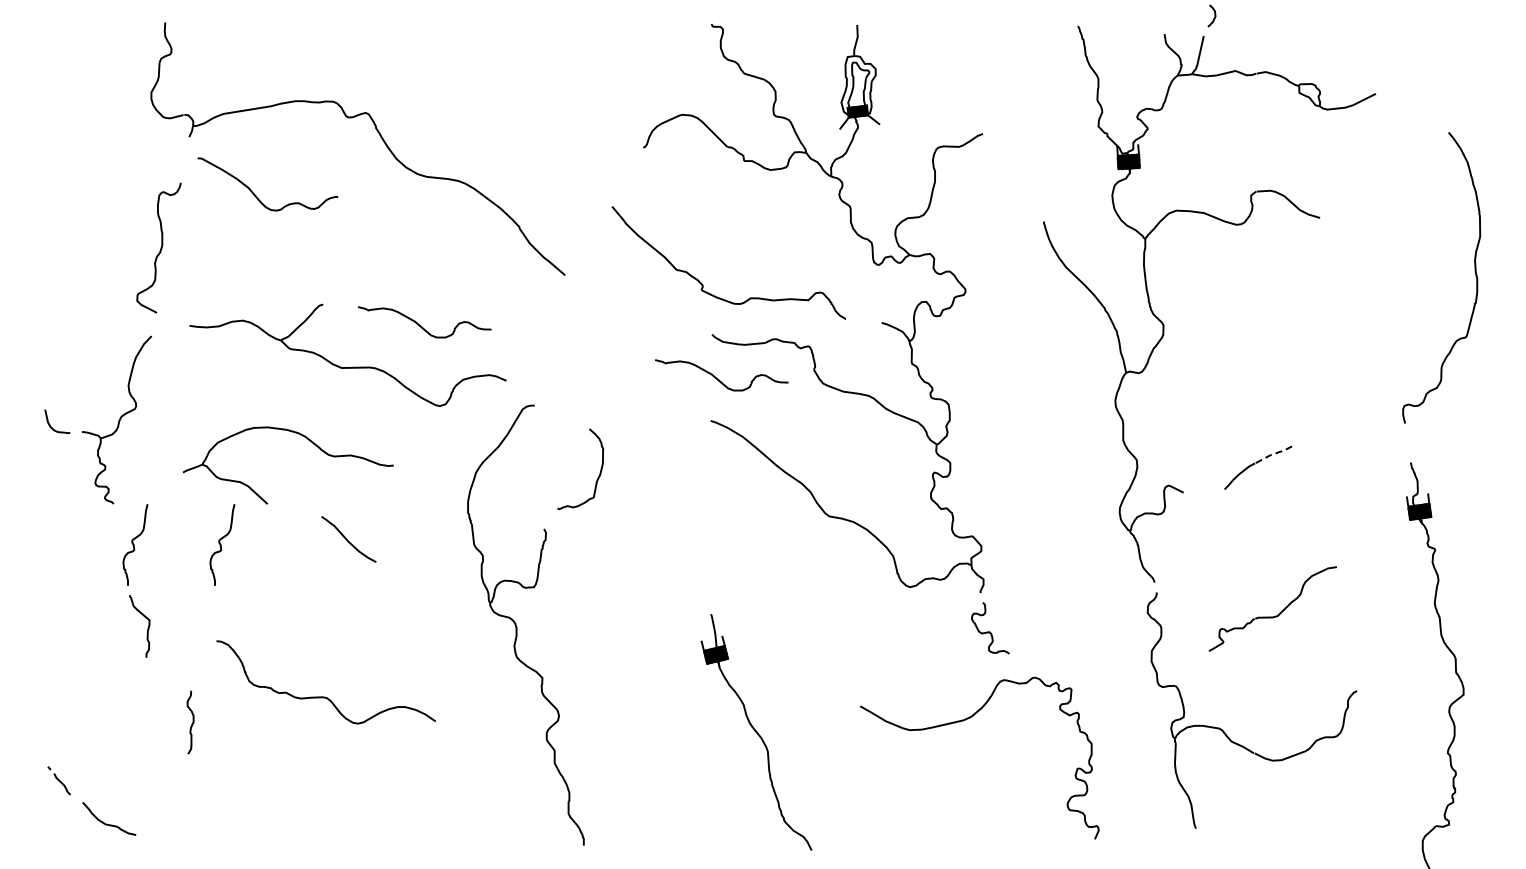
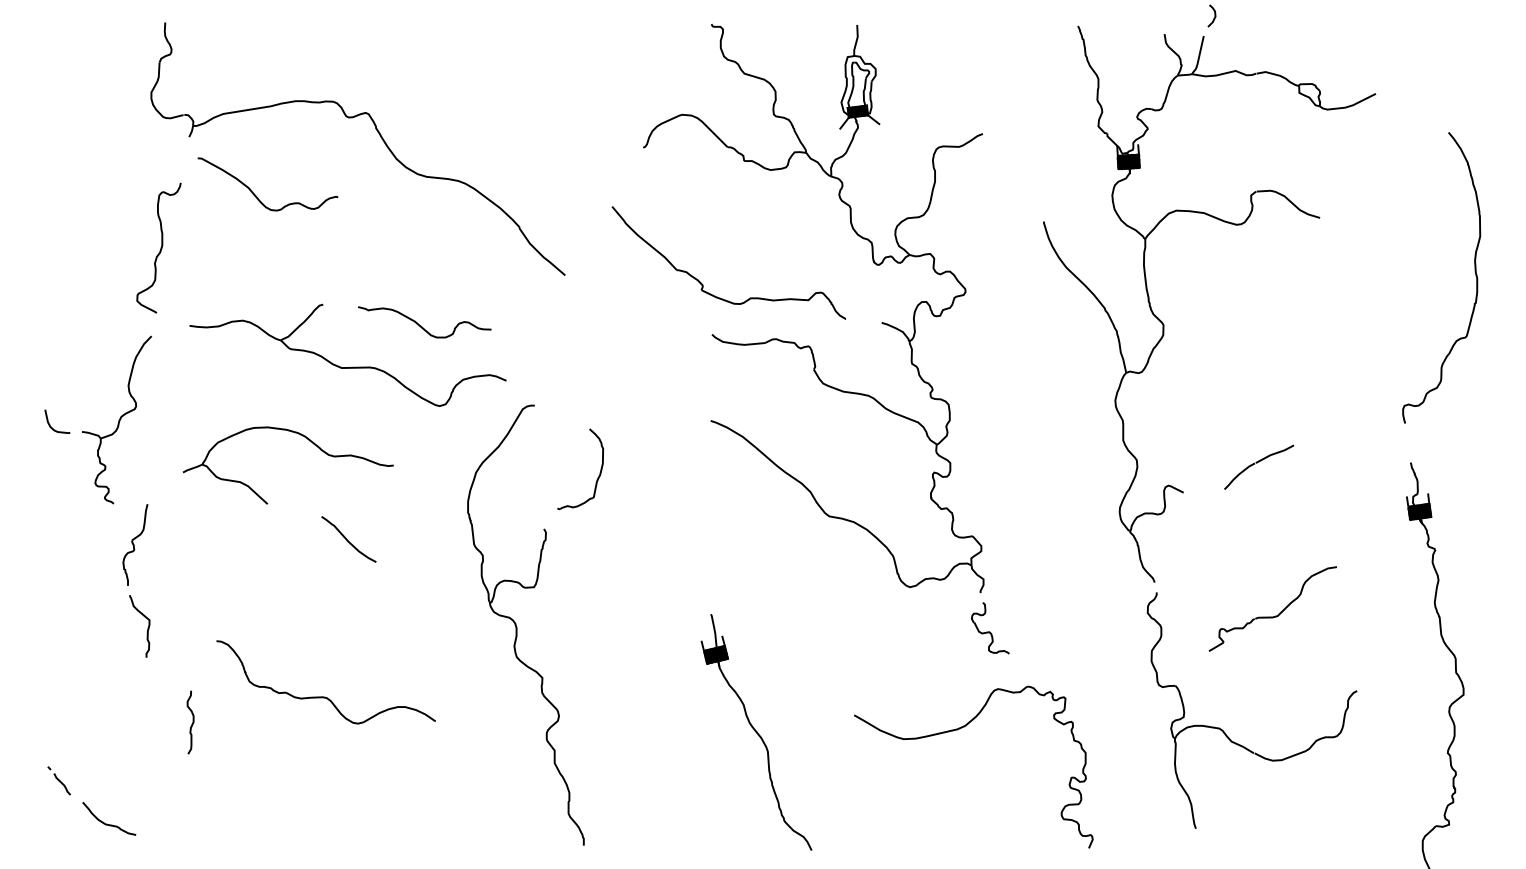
part at (721, 375): present -> none
line at (1275, 453): dashed -> solid
part at (222, 544): present -> none
part at (963, 721) position: (963, 721) -> (957, 730)
